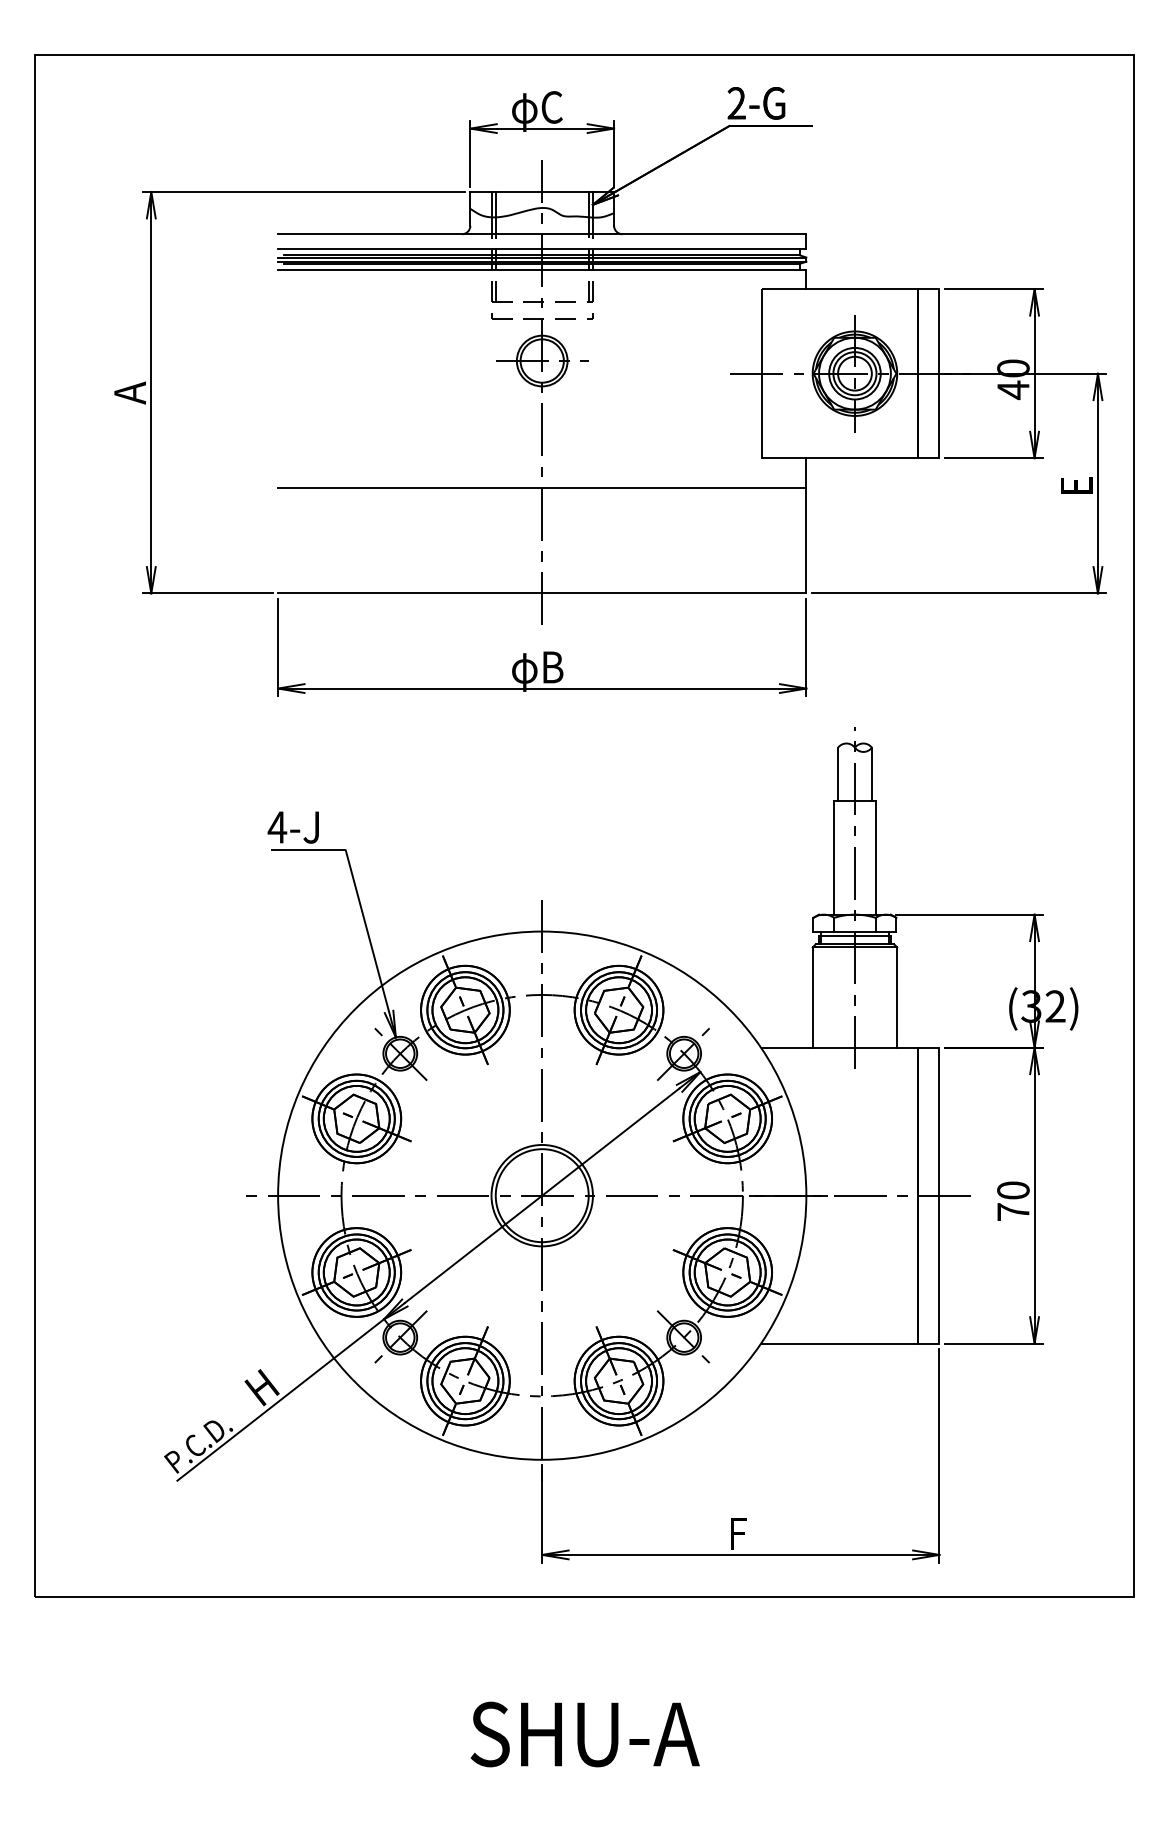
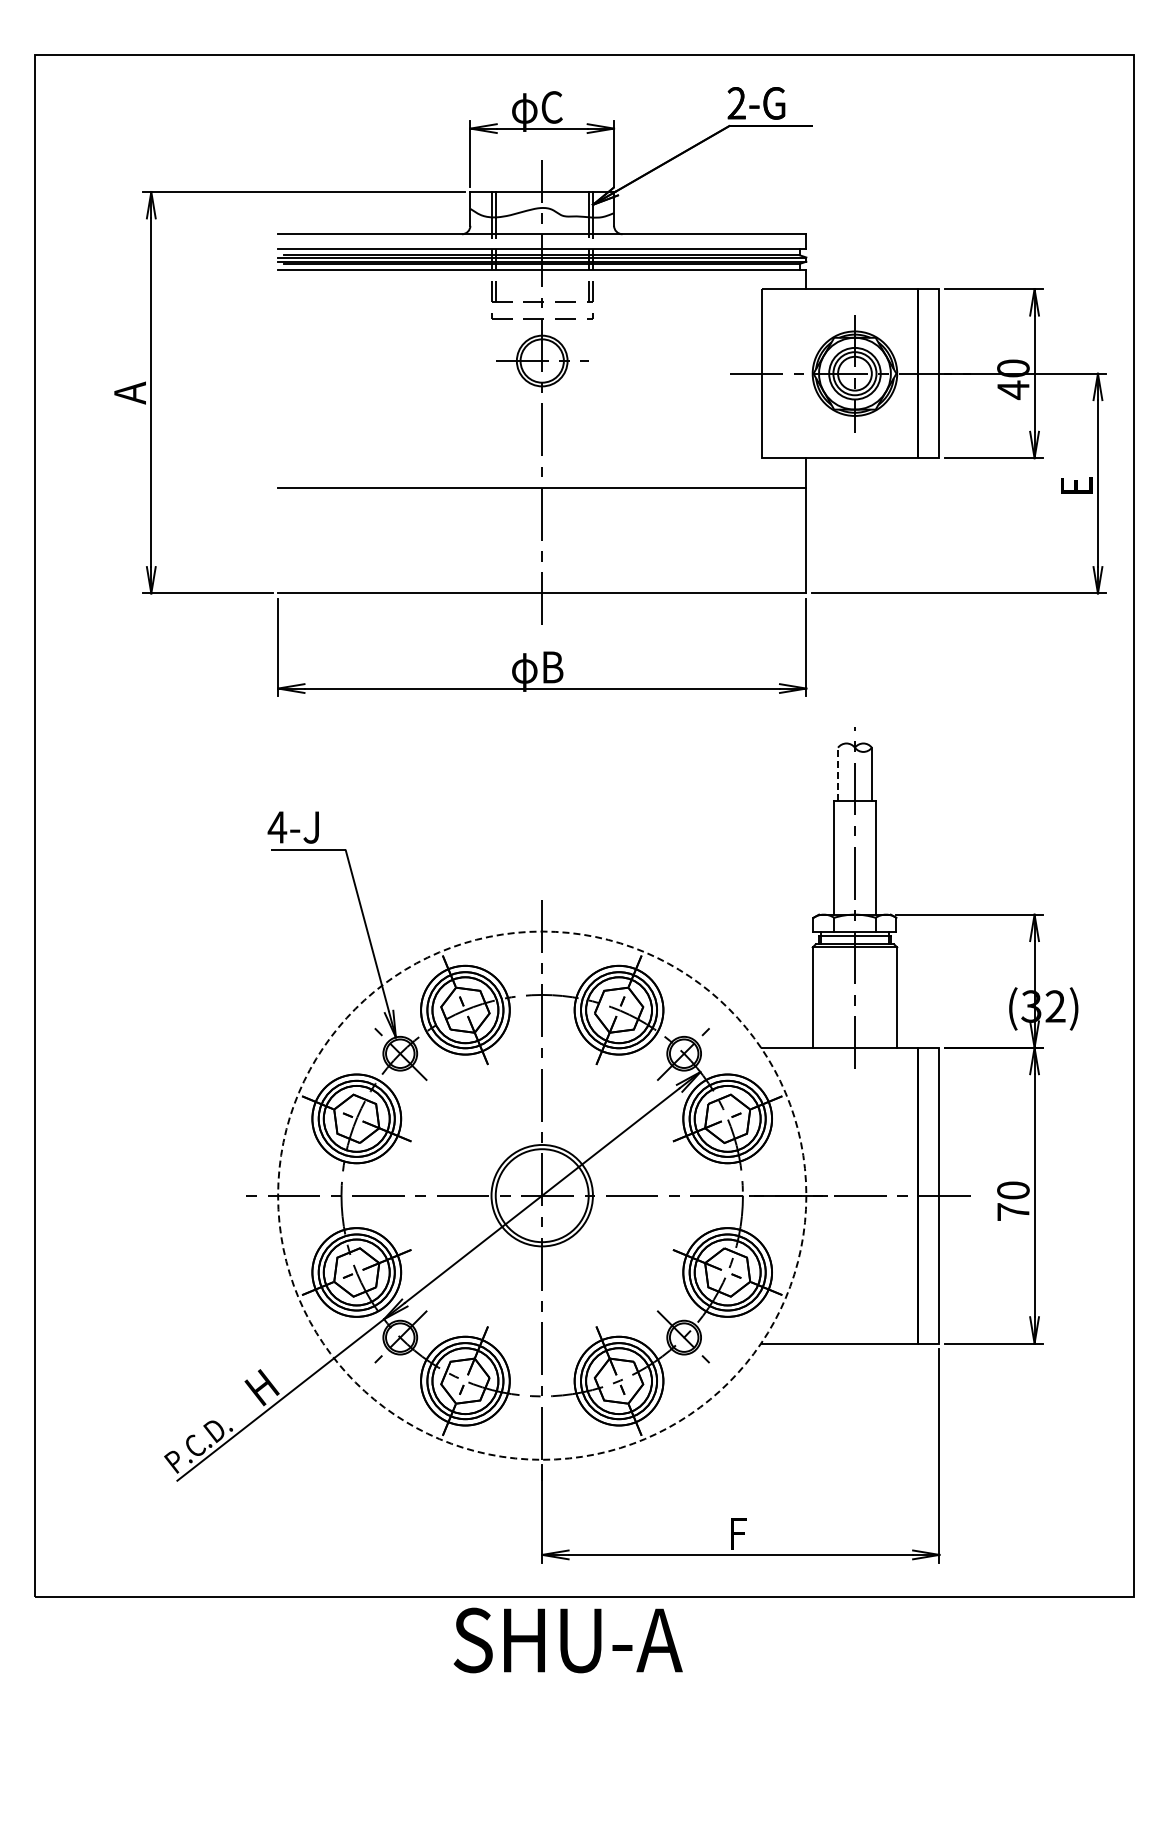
line at (838, 773): solid -> dashed
circle at (542, 1195): solid -> dashed
text at (584, 1734) position: (584, 1734) -> (567, 1640)
